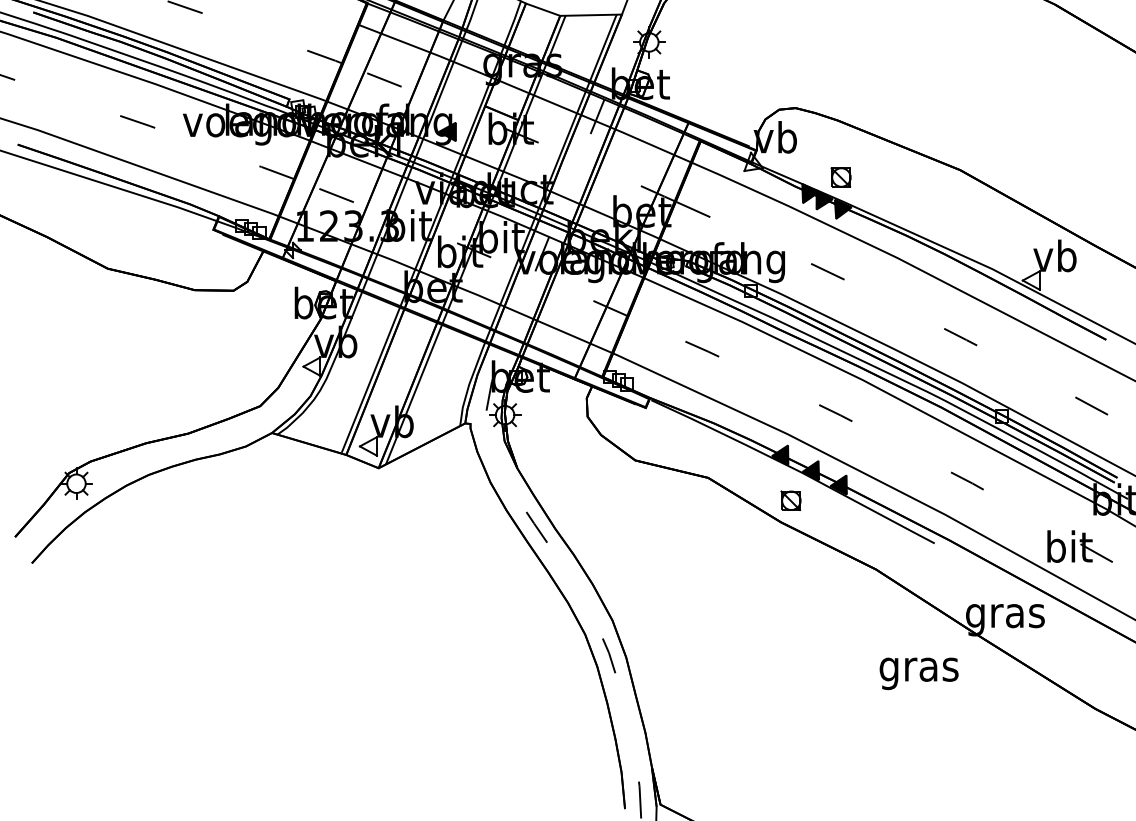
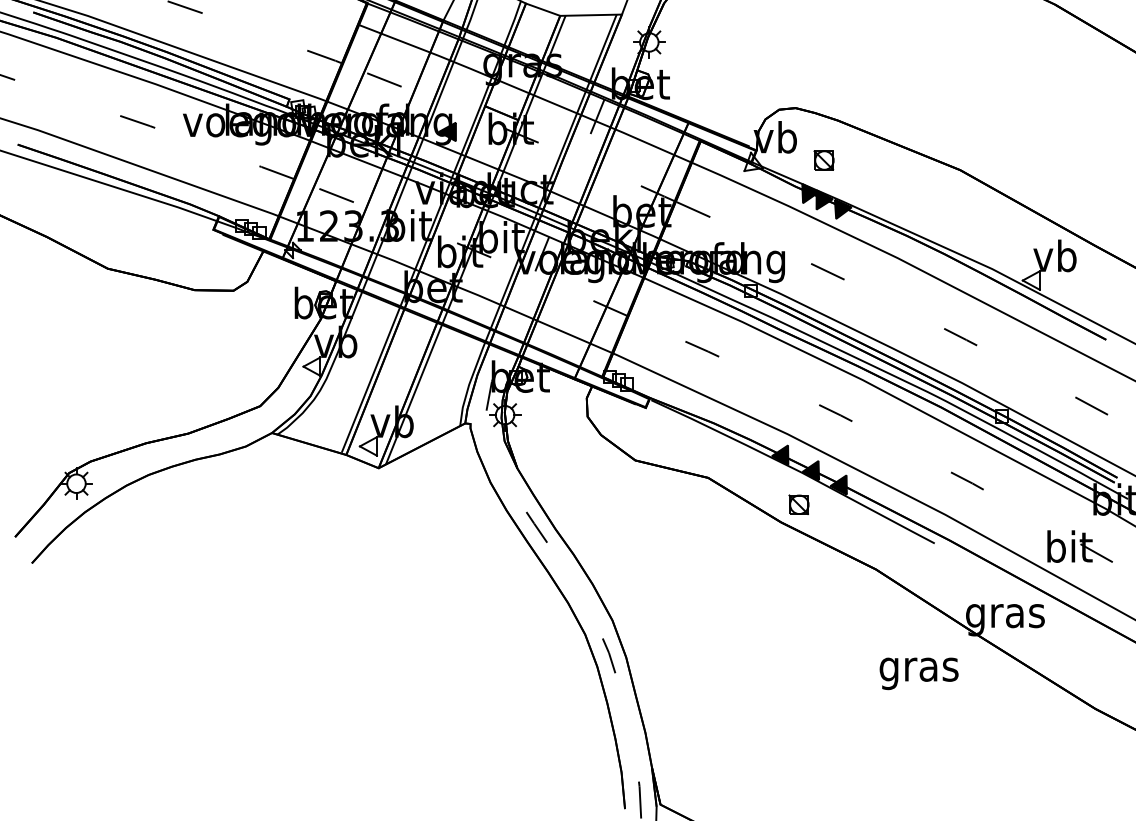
part at (840, 177) position: (840, 177) -> (823, 160)
part at (790, 500) position: (790, 500) -> (798, 504)
